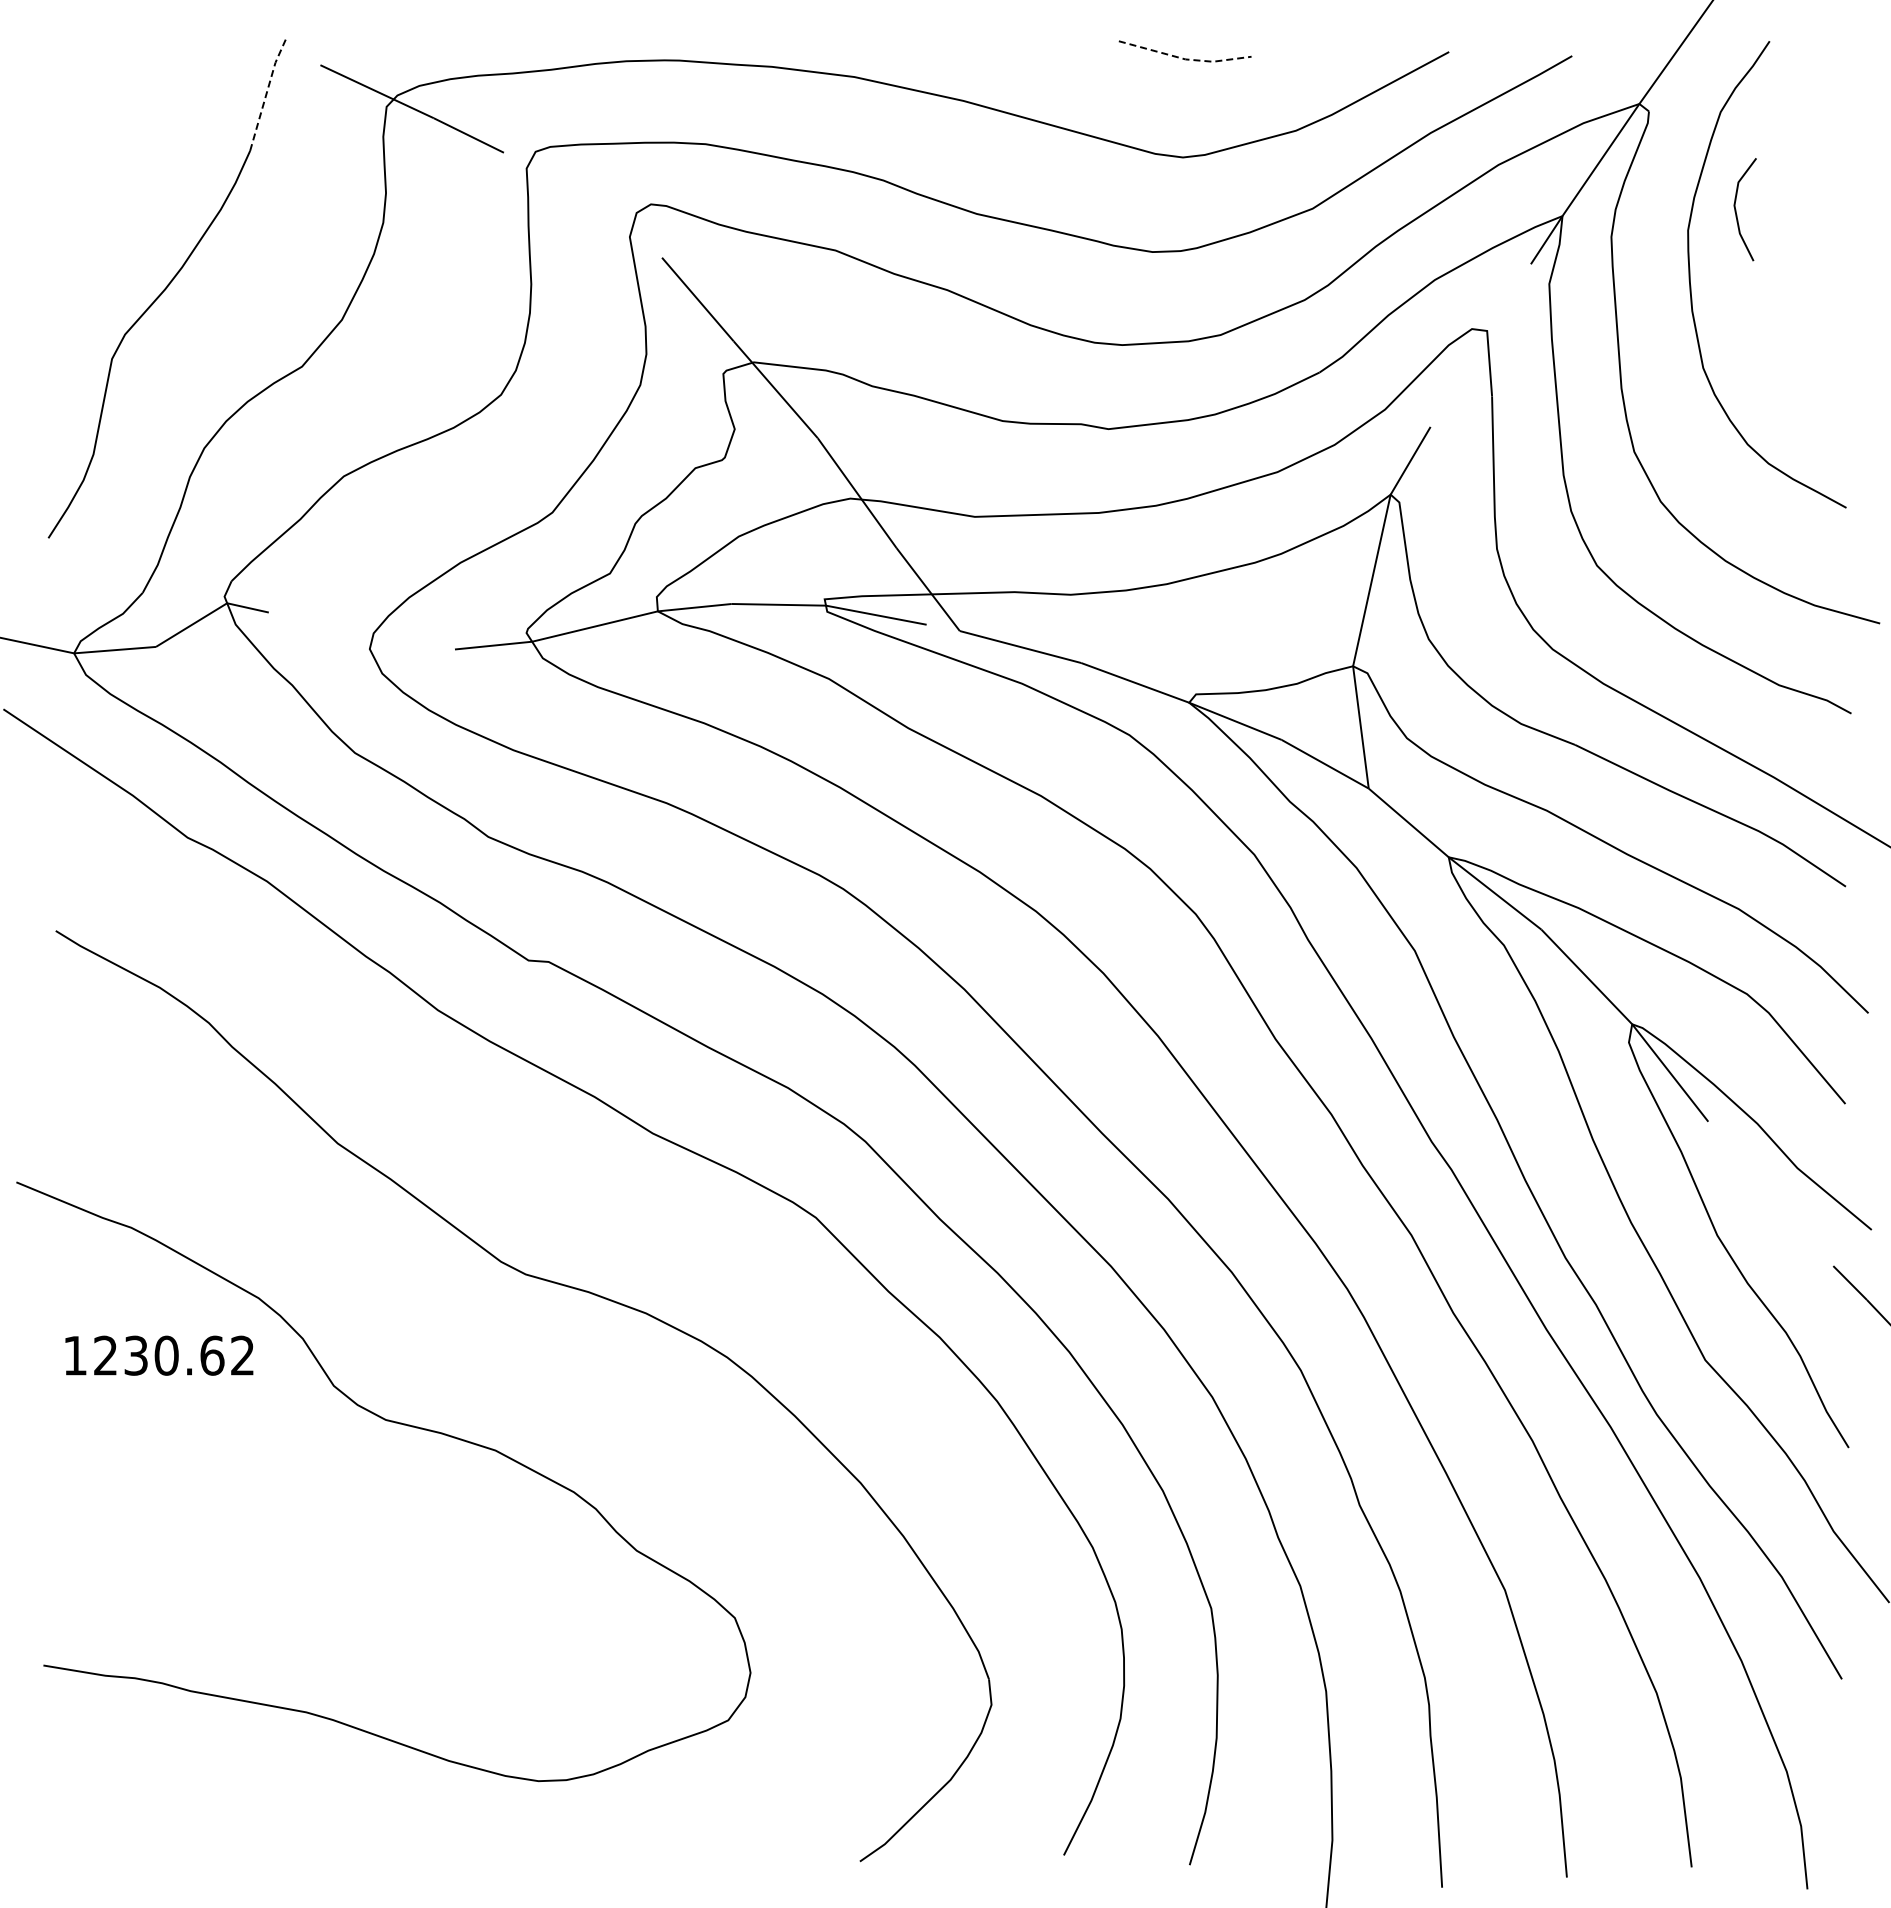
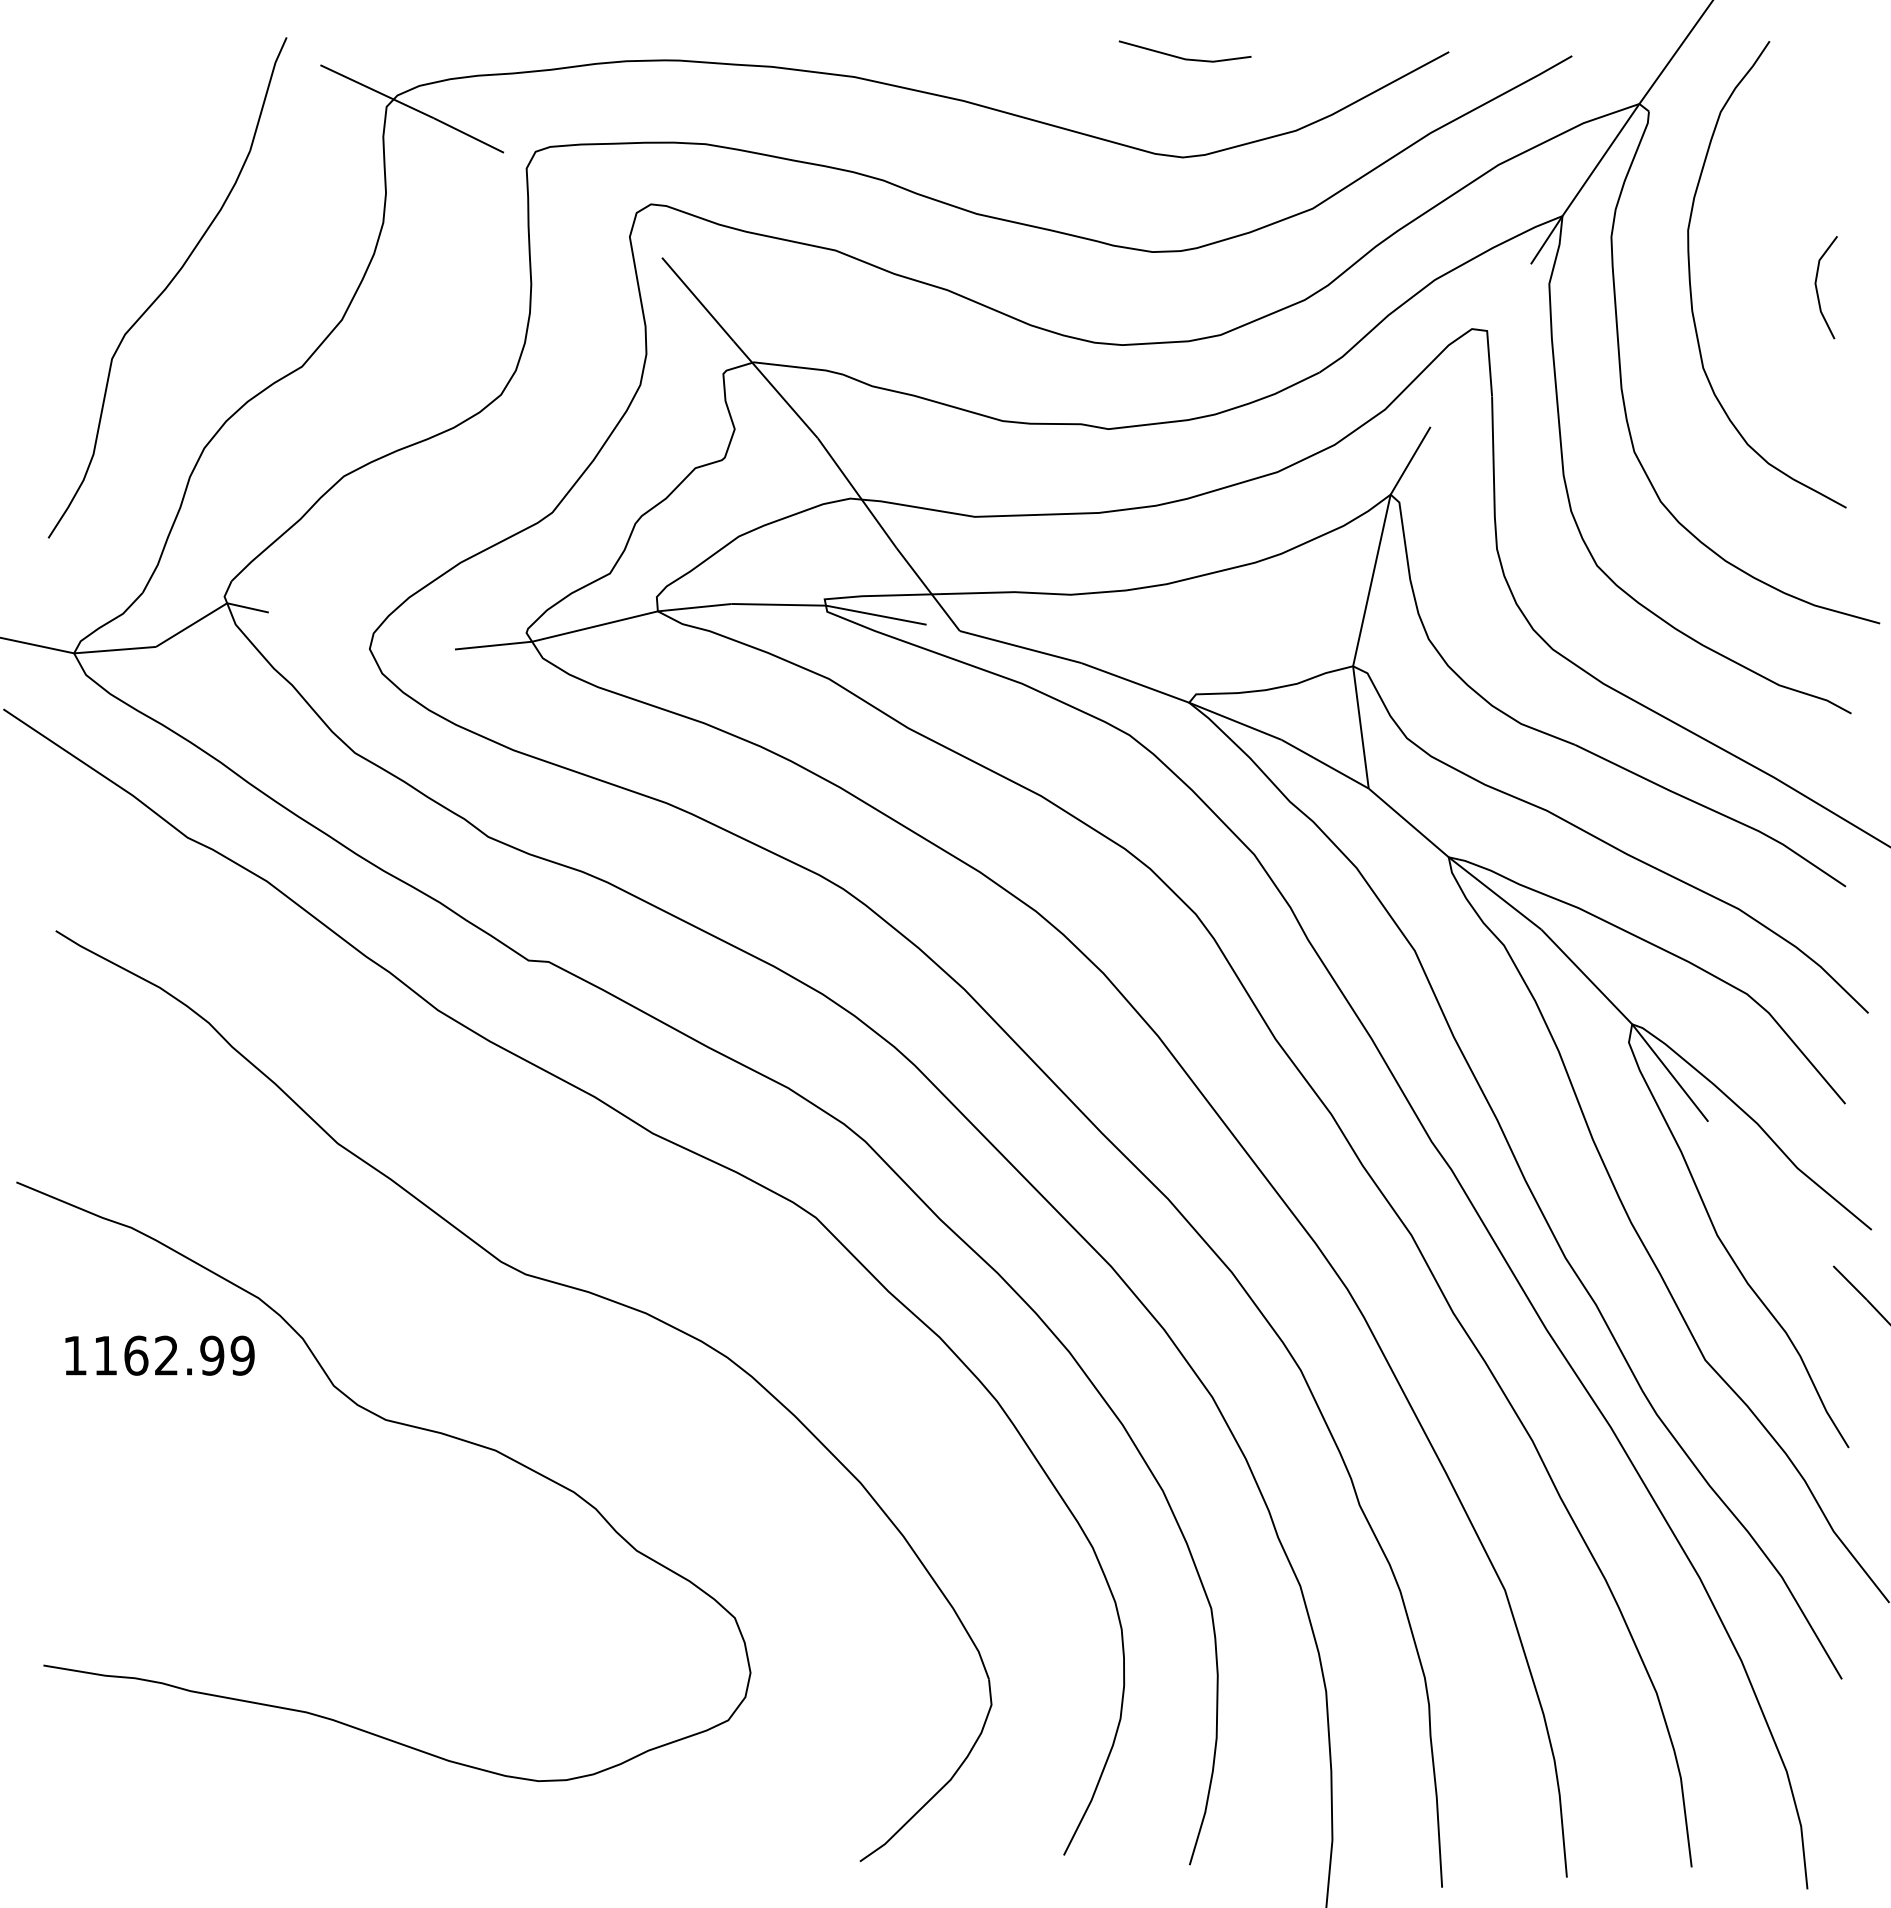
line at (1185, 59): dashed -> solid
line at (266, 92): dashed -> solid
line at (1736, 209) position: (1736, 209) -> (1817, 287)
text at (174, 1355): 1230.62 -> 1162.99
